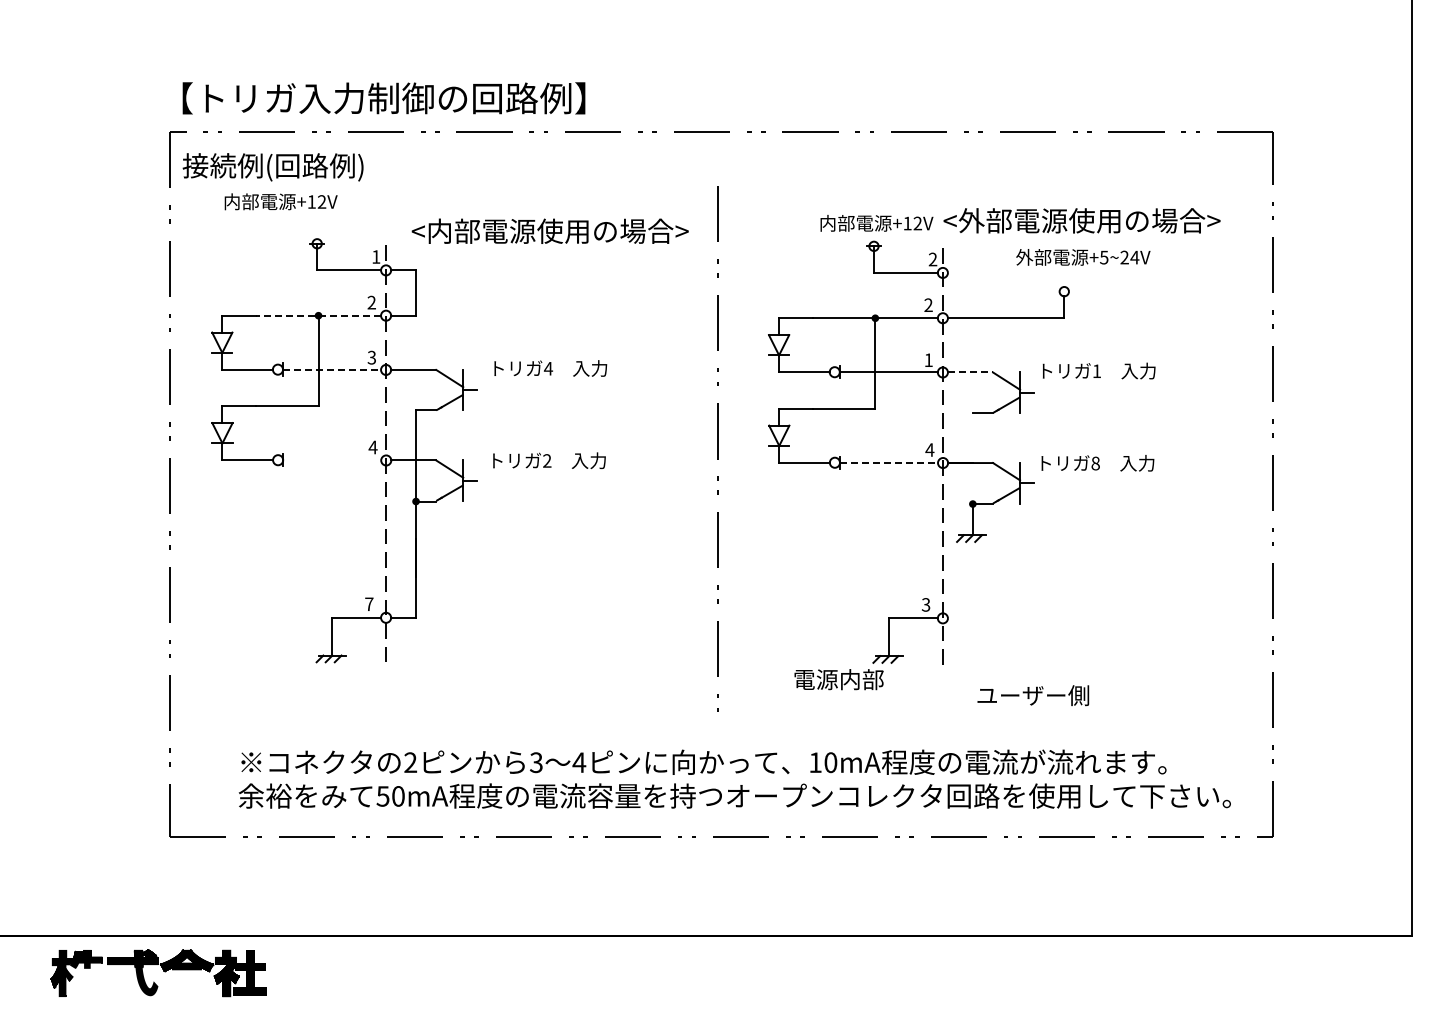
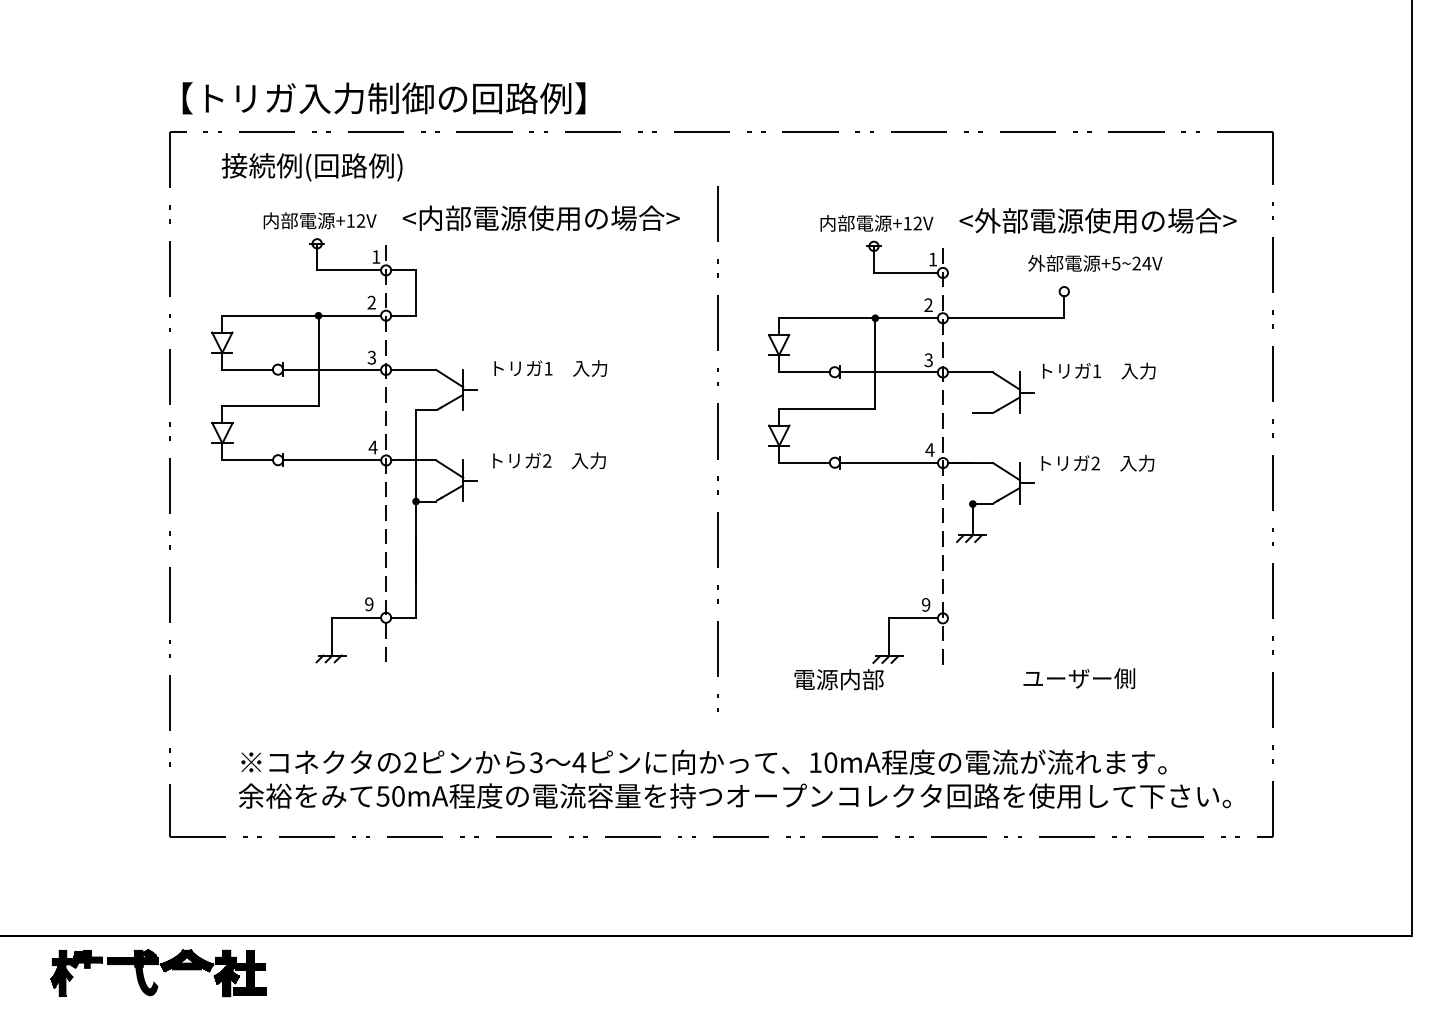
text at (272, 167) position: (272, 167) -> (311, 167)
text at (280, 201) position: (280, 201) -> (319, 220)
text at (1081, 220) position: (1081, 220) -> (1097, 220)
text at (549, 230) position: (549, 230) -> (540, 217)
text at (1083, 257) position: (1083, 257) -> (1095, 263)
text at (932, 259): 2 -> 1
line at (318, 315): dashed -> solid
text at (928, 360): 1 -> 3
text at (548, 368): 4 -> 1
line at (332, 369): dashed -> solid
line at (970, 372): dashed -> solid
line at (332, 460): none -> present
line at (889, 463): dashed -> solid
text at (1095, 463): 8 -> 2
text at (369, 604): 7 -> 9
text at (926, 604): 3 -> 9
text at (1033, 695) position: (1033, 695) -> (1079, 678)
